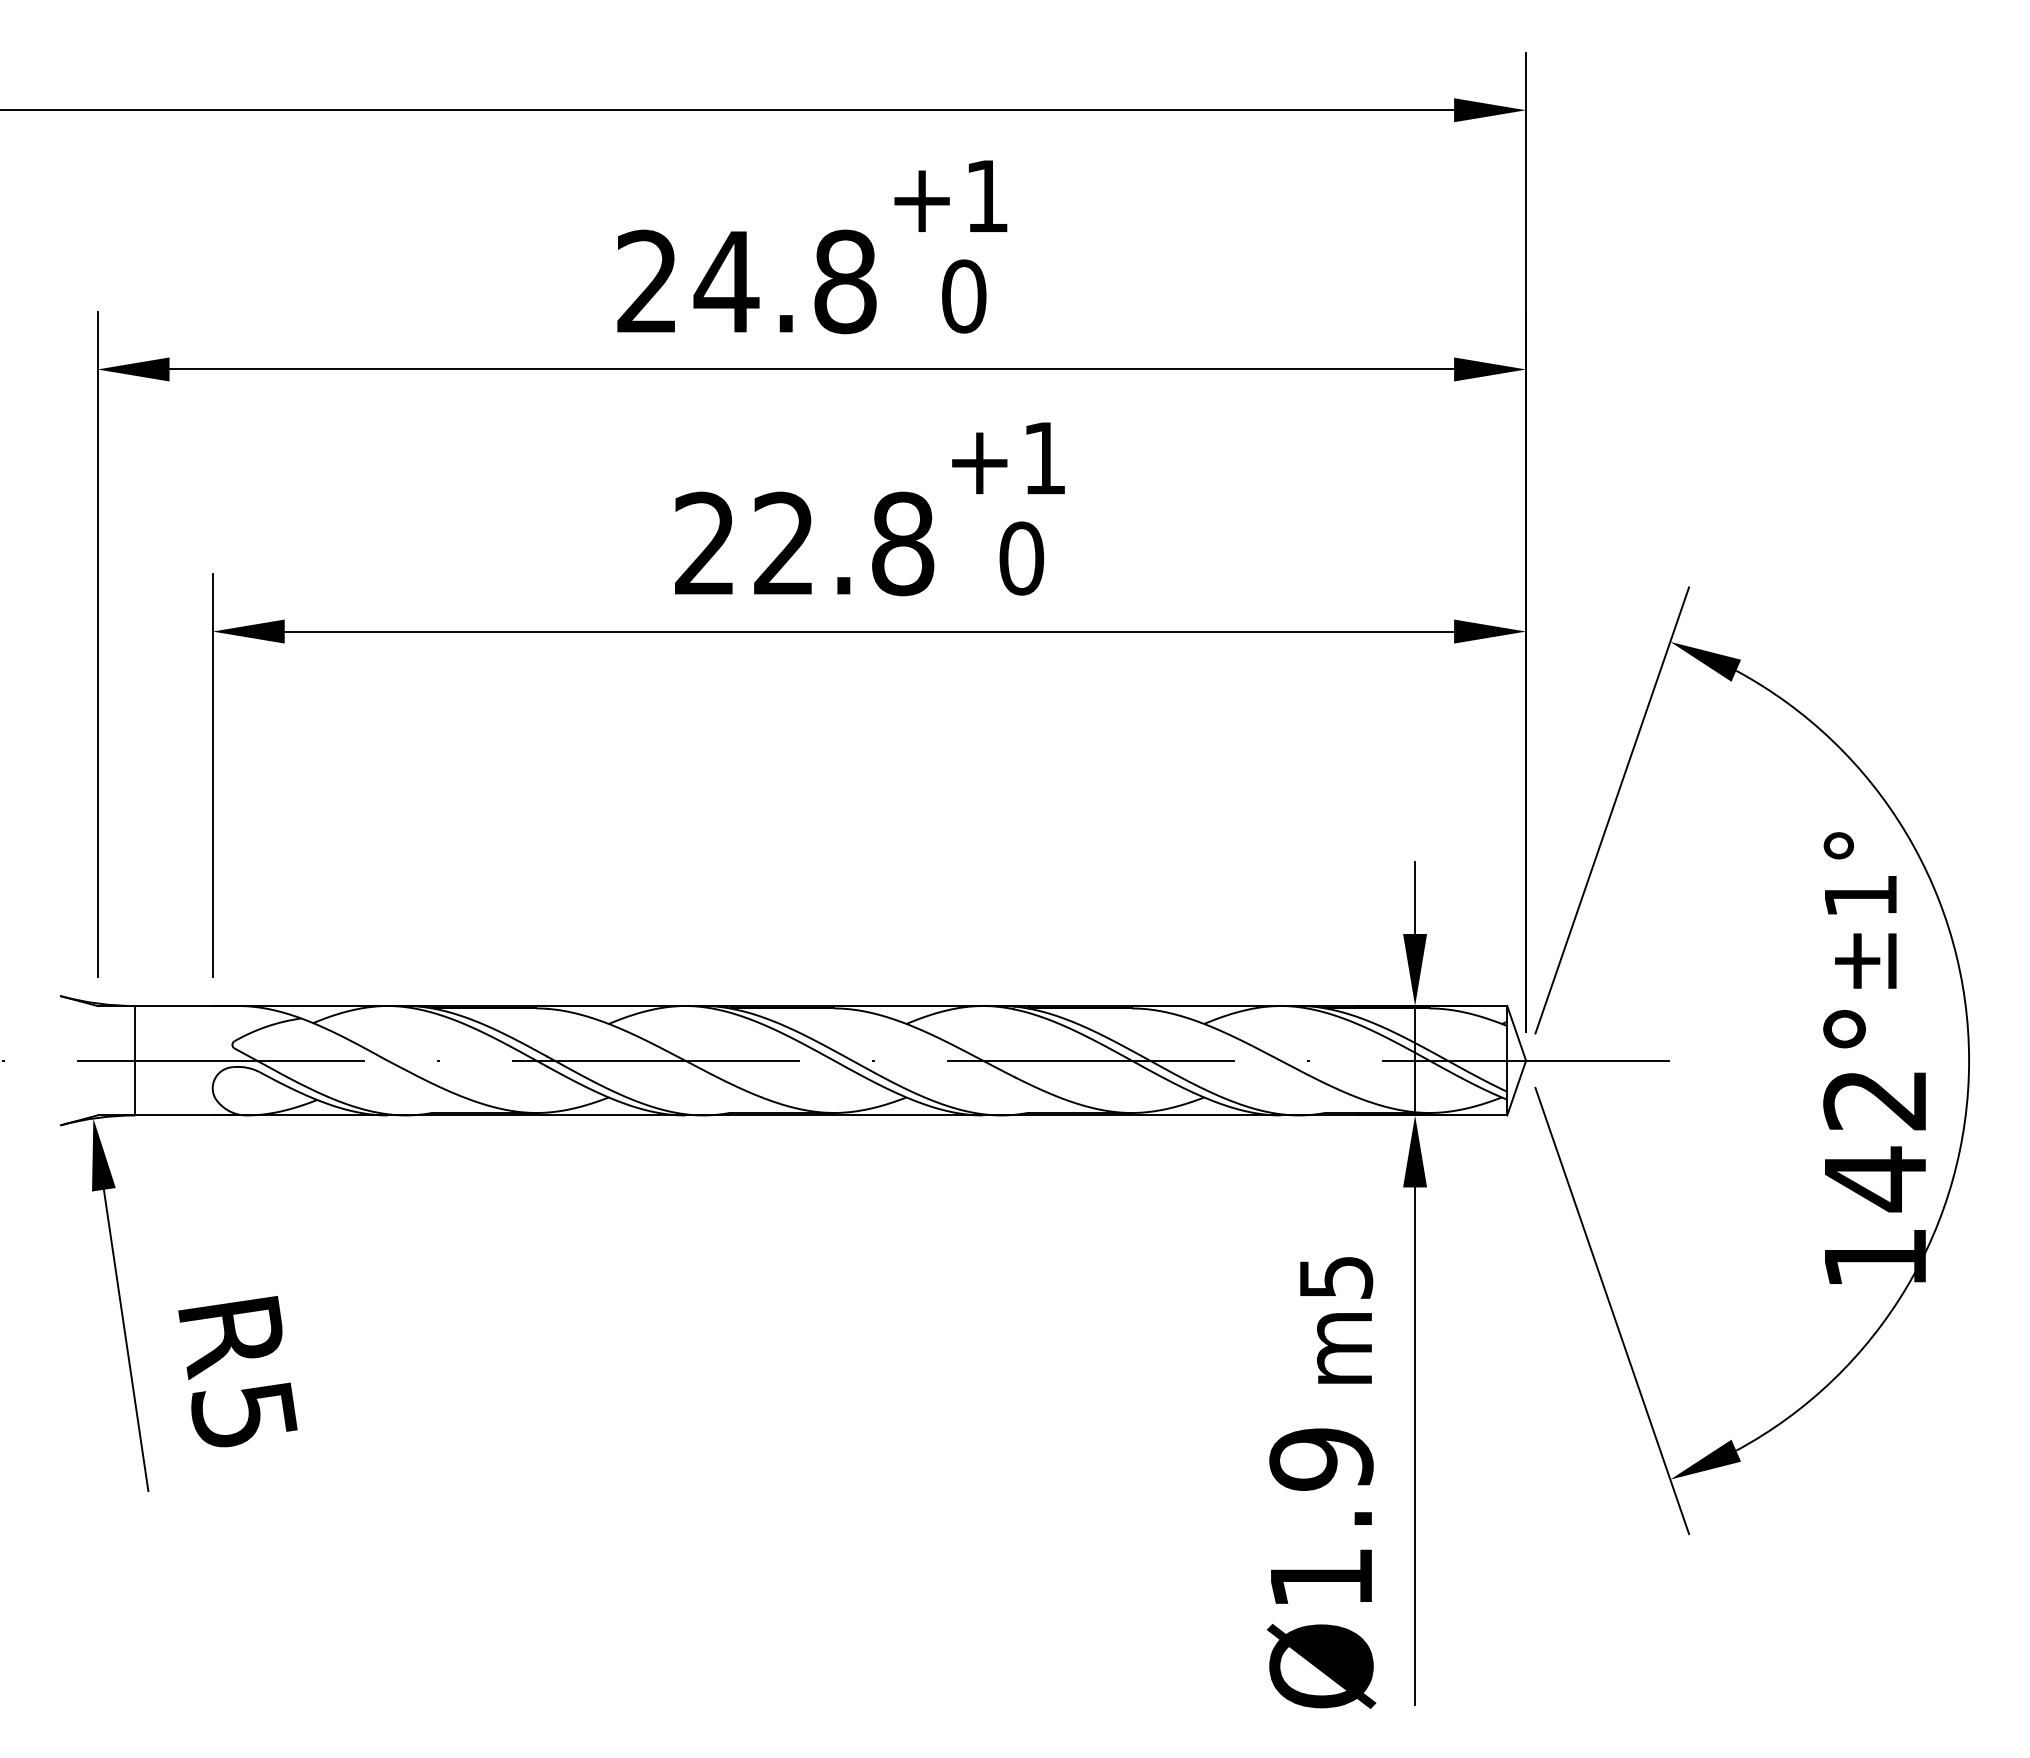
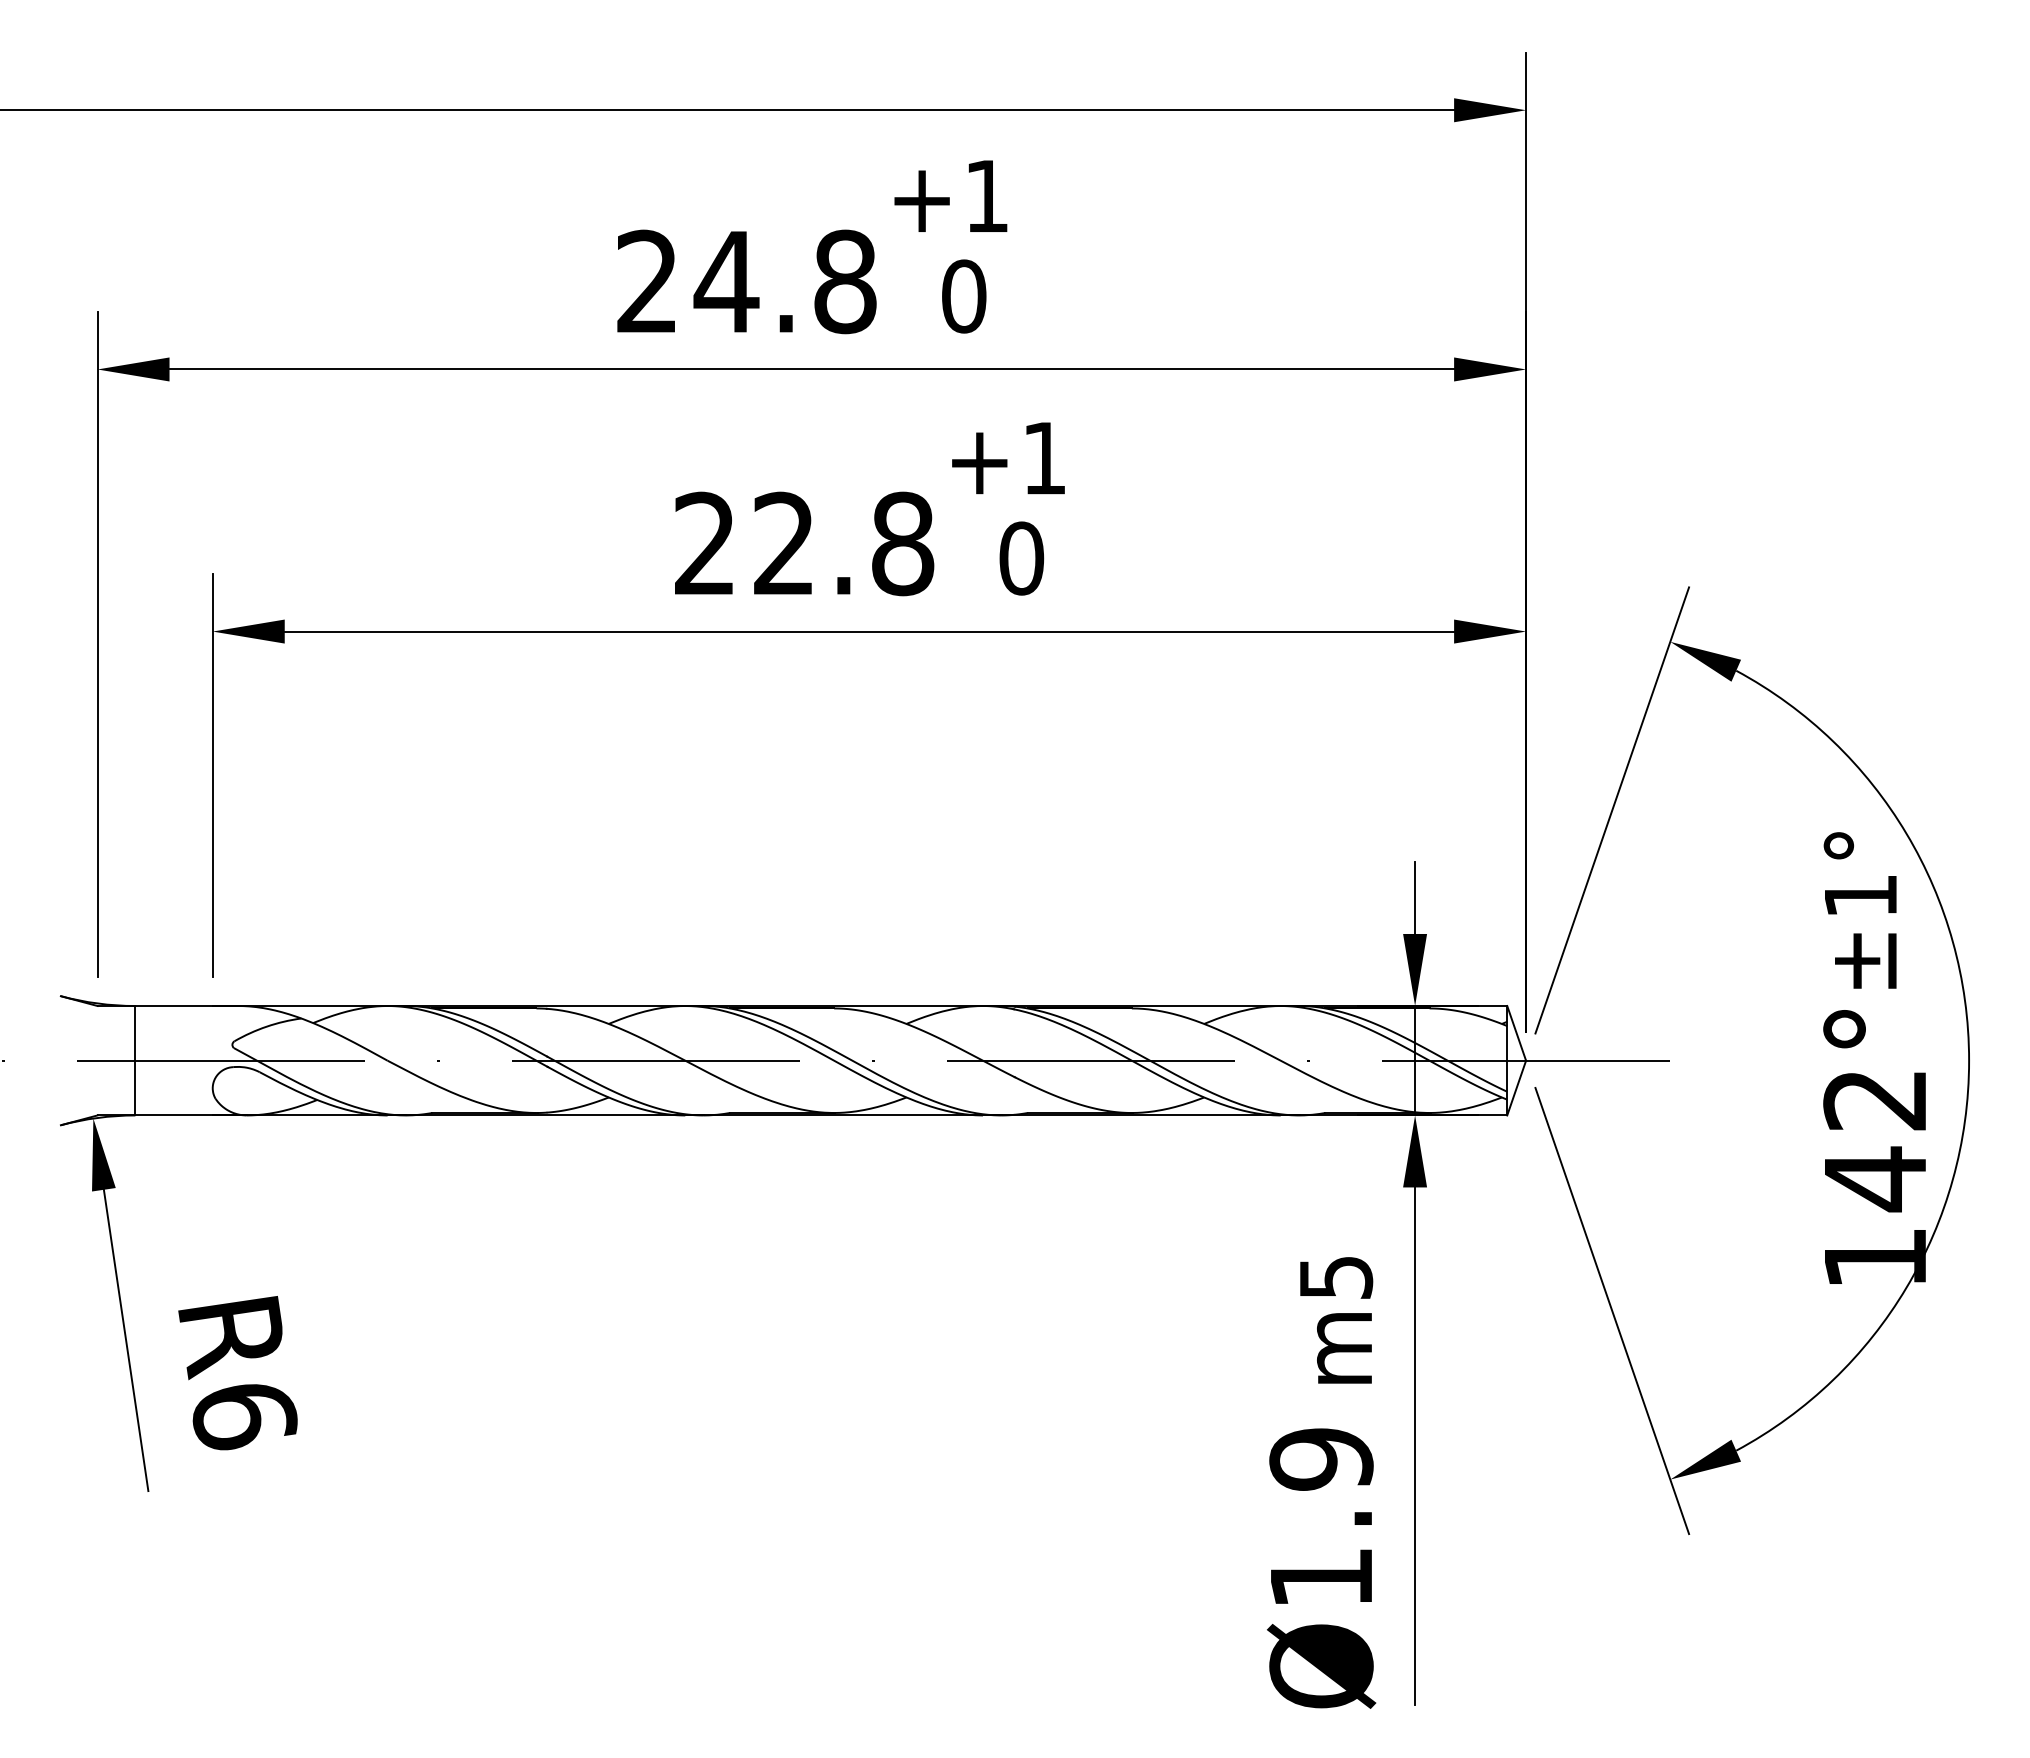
text at (244, 1416): R5 -> R6
